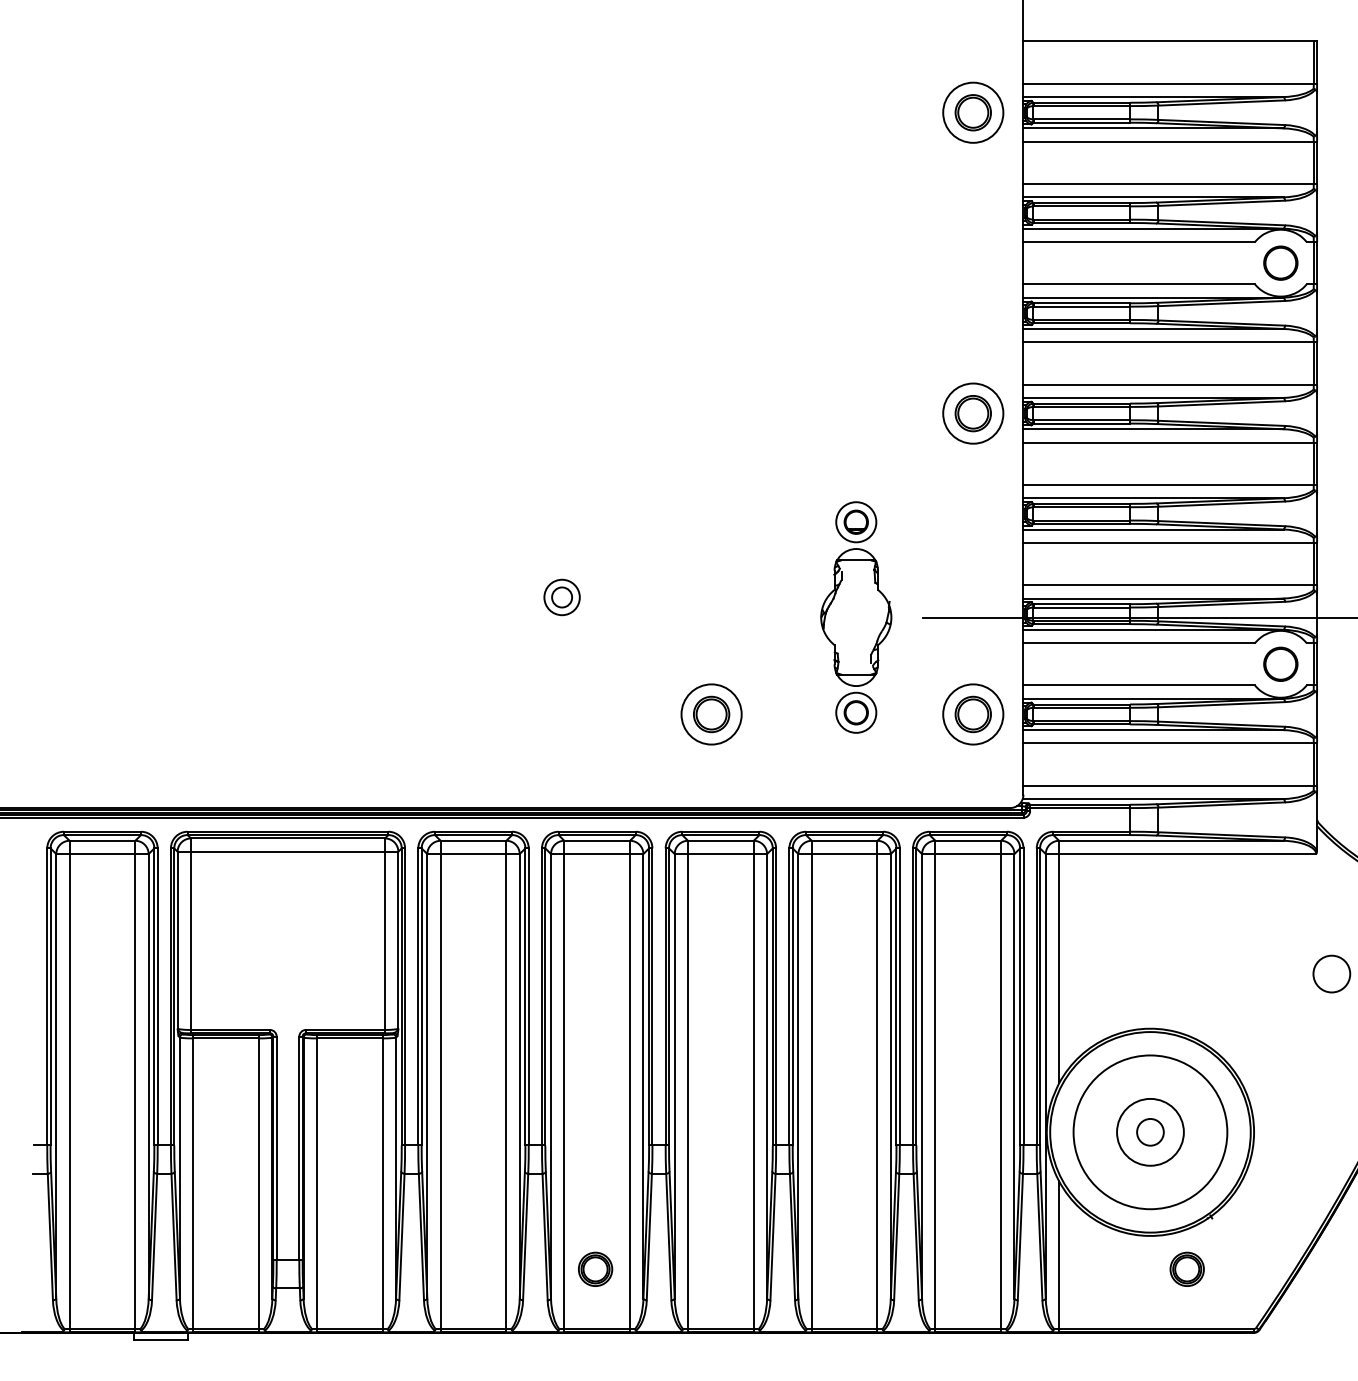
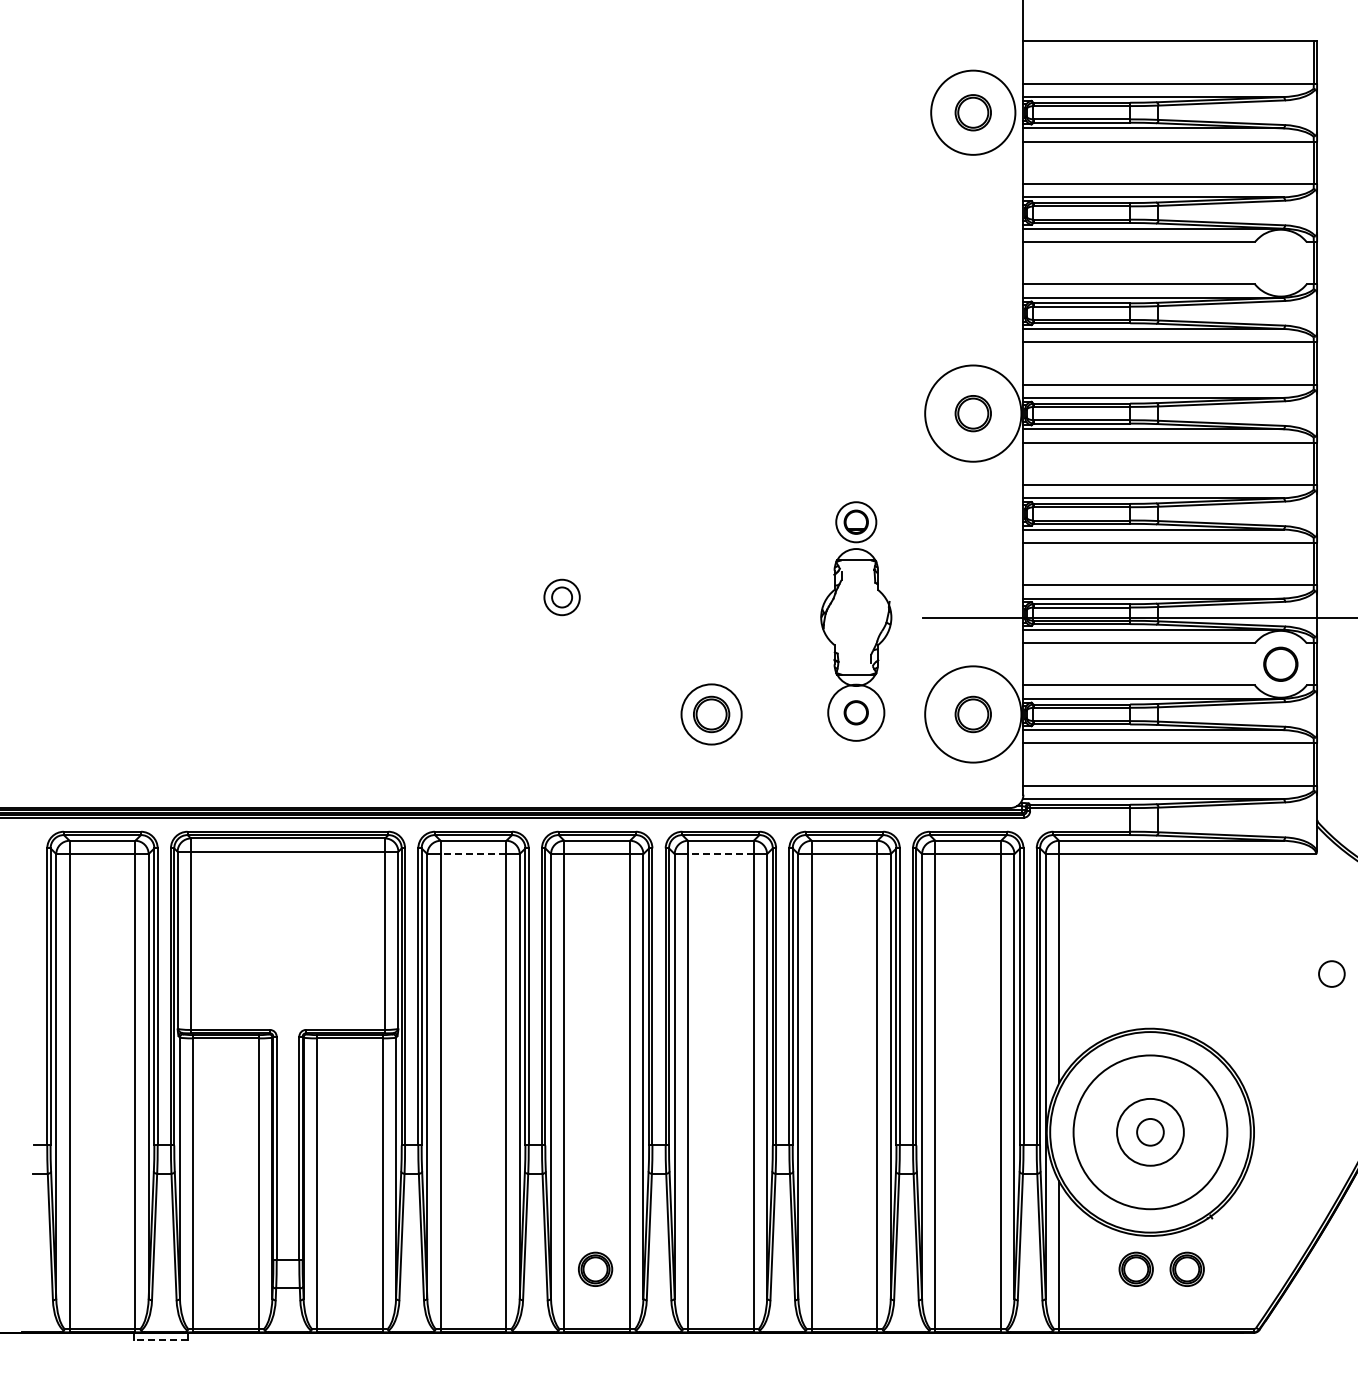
circle at (973, 112) diameter: 60 px -> 84 px
circle at (1280, 262): present -> none
circle at (973, 413) diameter: 60 px -> 96 px
circle at (856, 712) diameter: 40 px -> 56 px
circle at (973, 714) diameter: 60 px -> 96 px
line at (473, 854): solid -> dashed
line at (720, 854): solid -> dashed
circle at (1331, 973) size: 40x40 px -> 28x28 px
part at (1135, 1268): none -> present
line at (160, 1339): solid -> dashed
